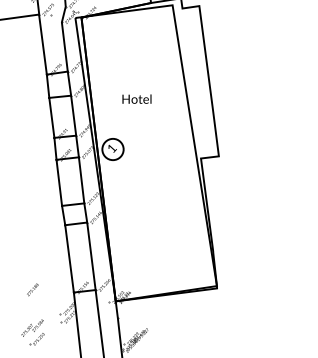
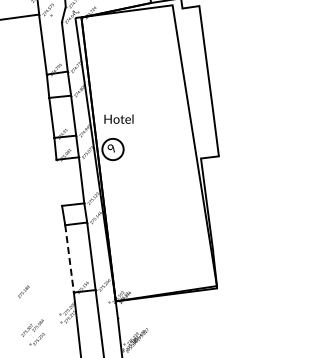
text at (136, 98) position: (136, 98) -> (118, 118)
text at (111, 148): 1 -> 9
line at (59, 182): present -> none
line at (69, 258): solid -> dashed
text at (32, 289) position: (32, 289) -> (23, 291)
